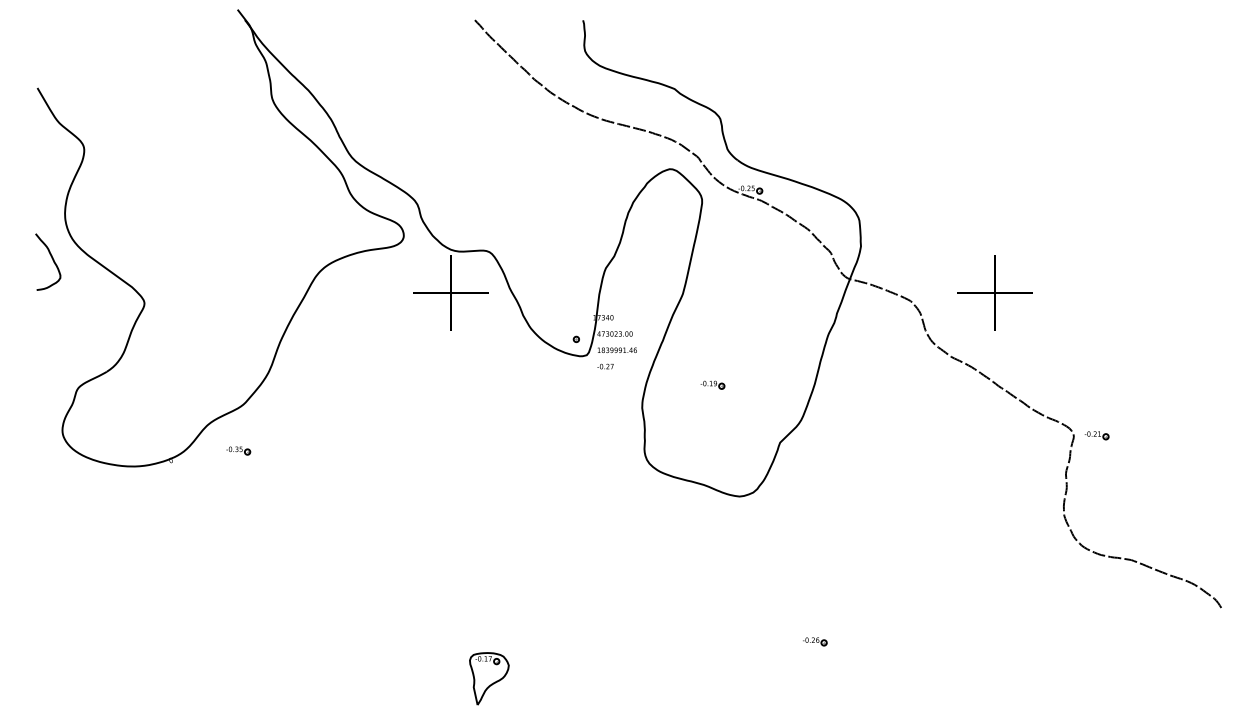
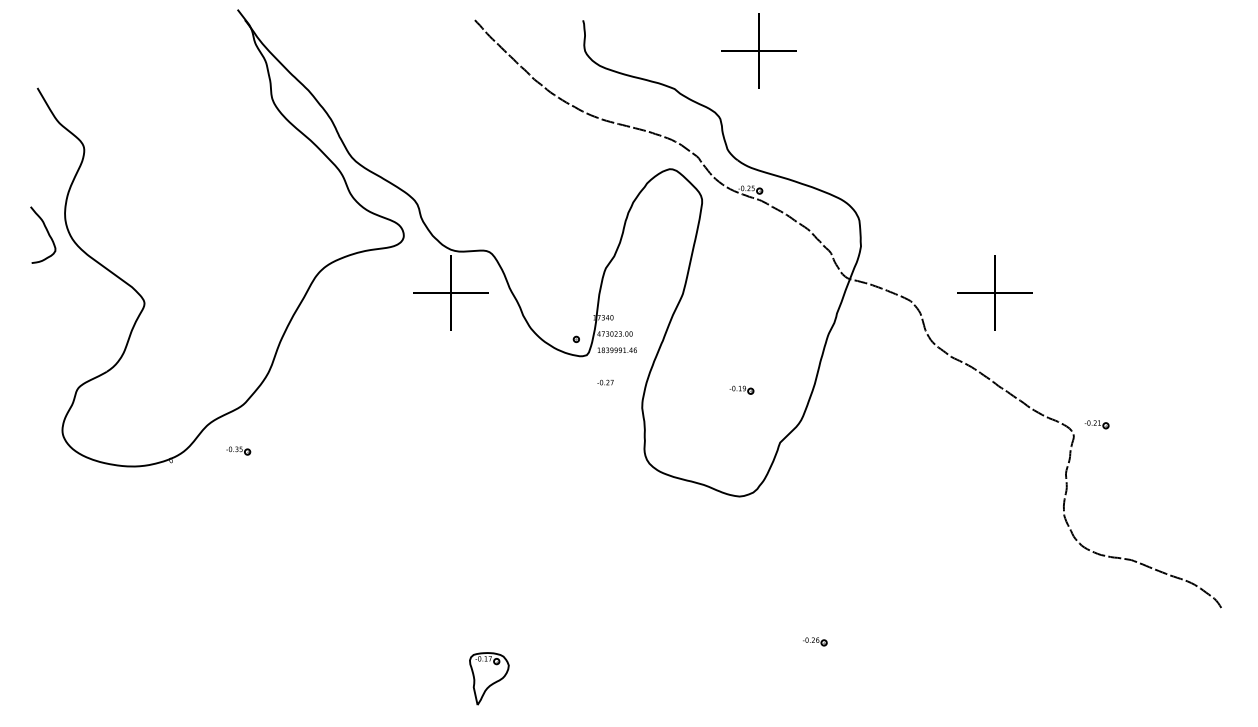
part at (758, 50): none -> present
curve at (52, 260) position: (52, 260) -> (47, 233)
text at (605, 366) position: (605, 366) -> (605, 382)
part at (712, 384) position: (712, 384) -> (741, 389)
part at (1096, 435) position: (1096, 435) -> (1096, 424)
